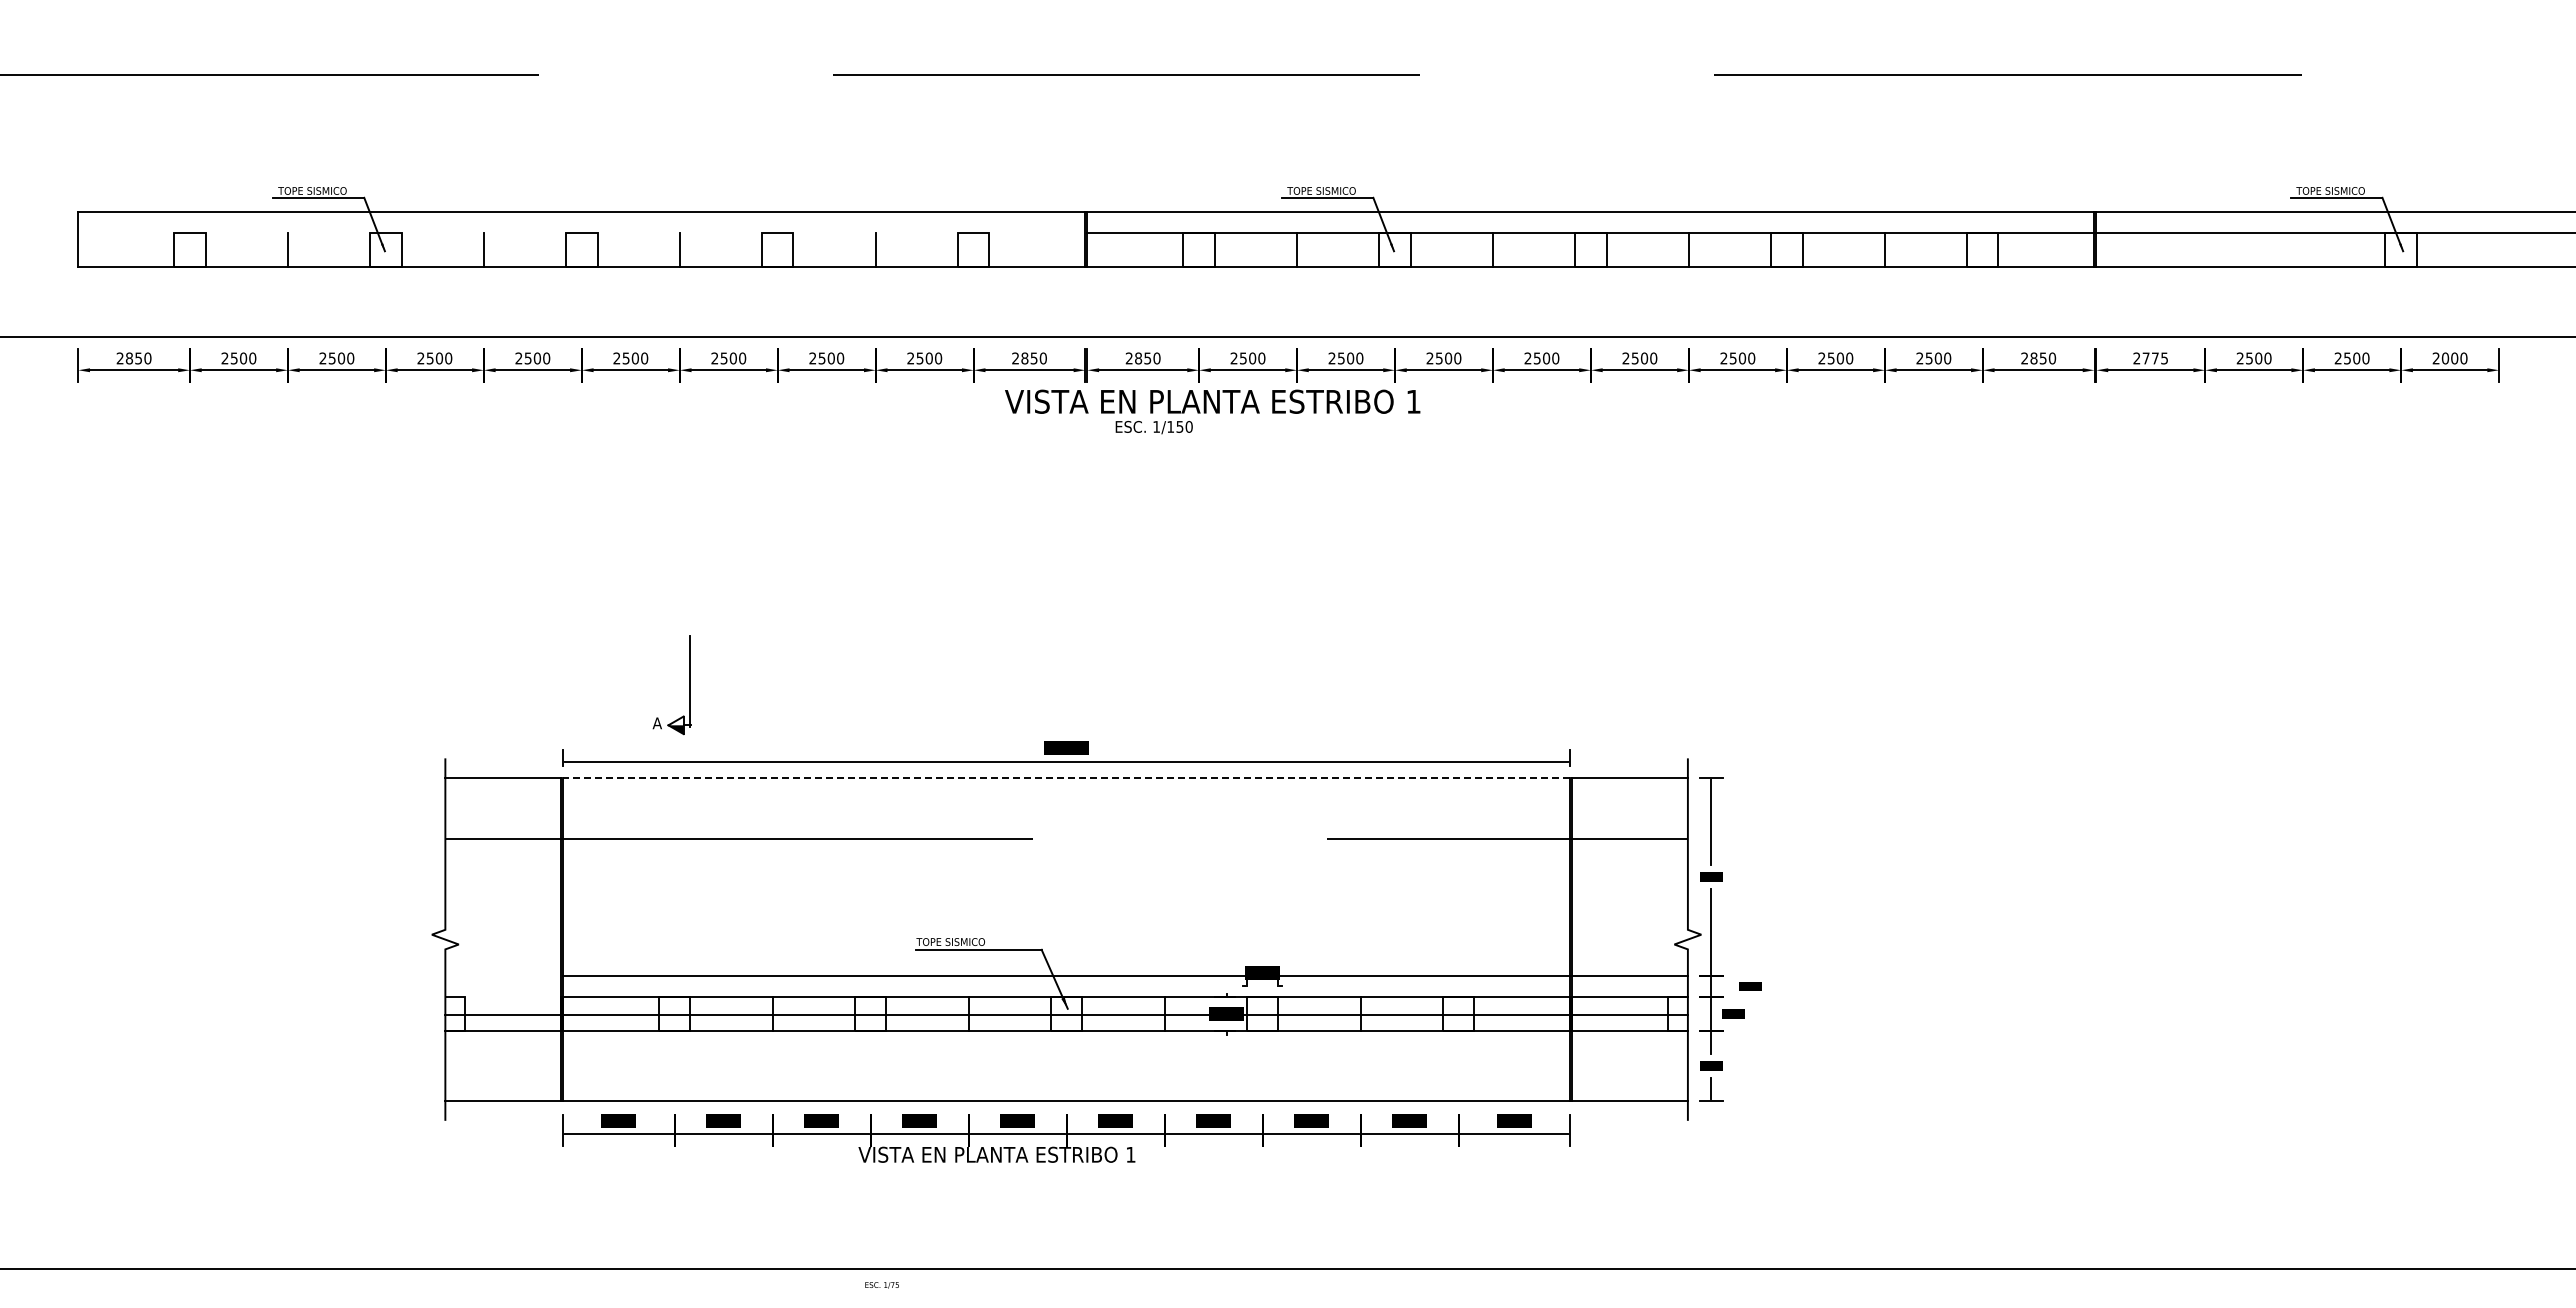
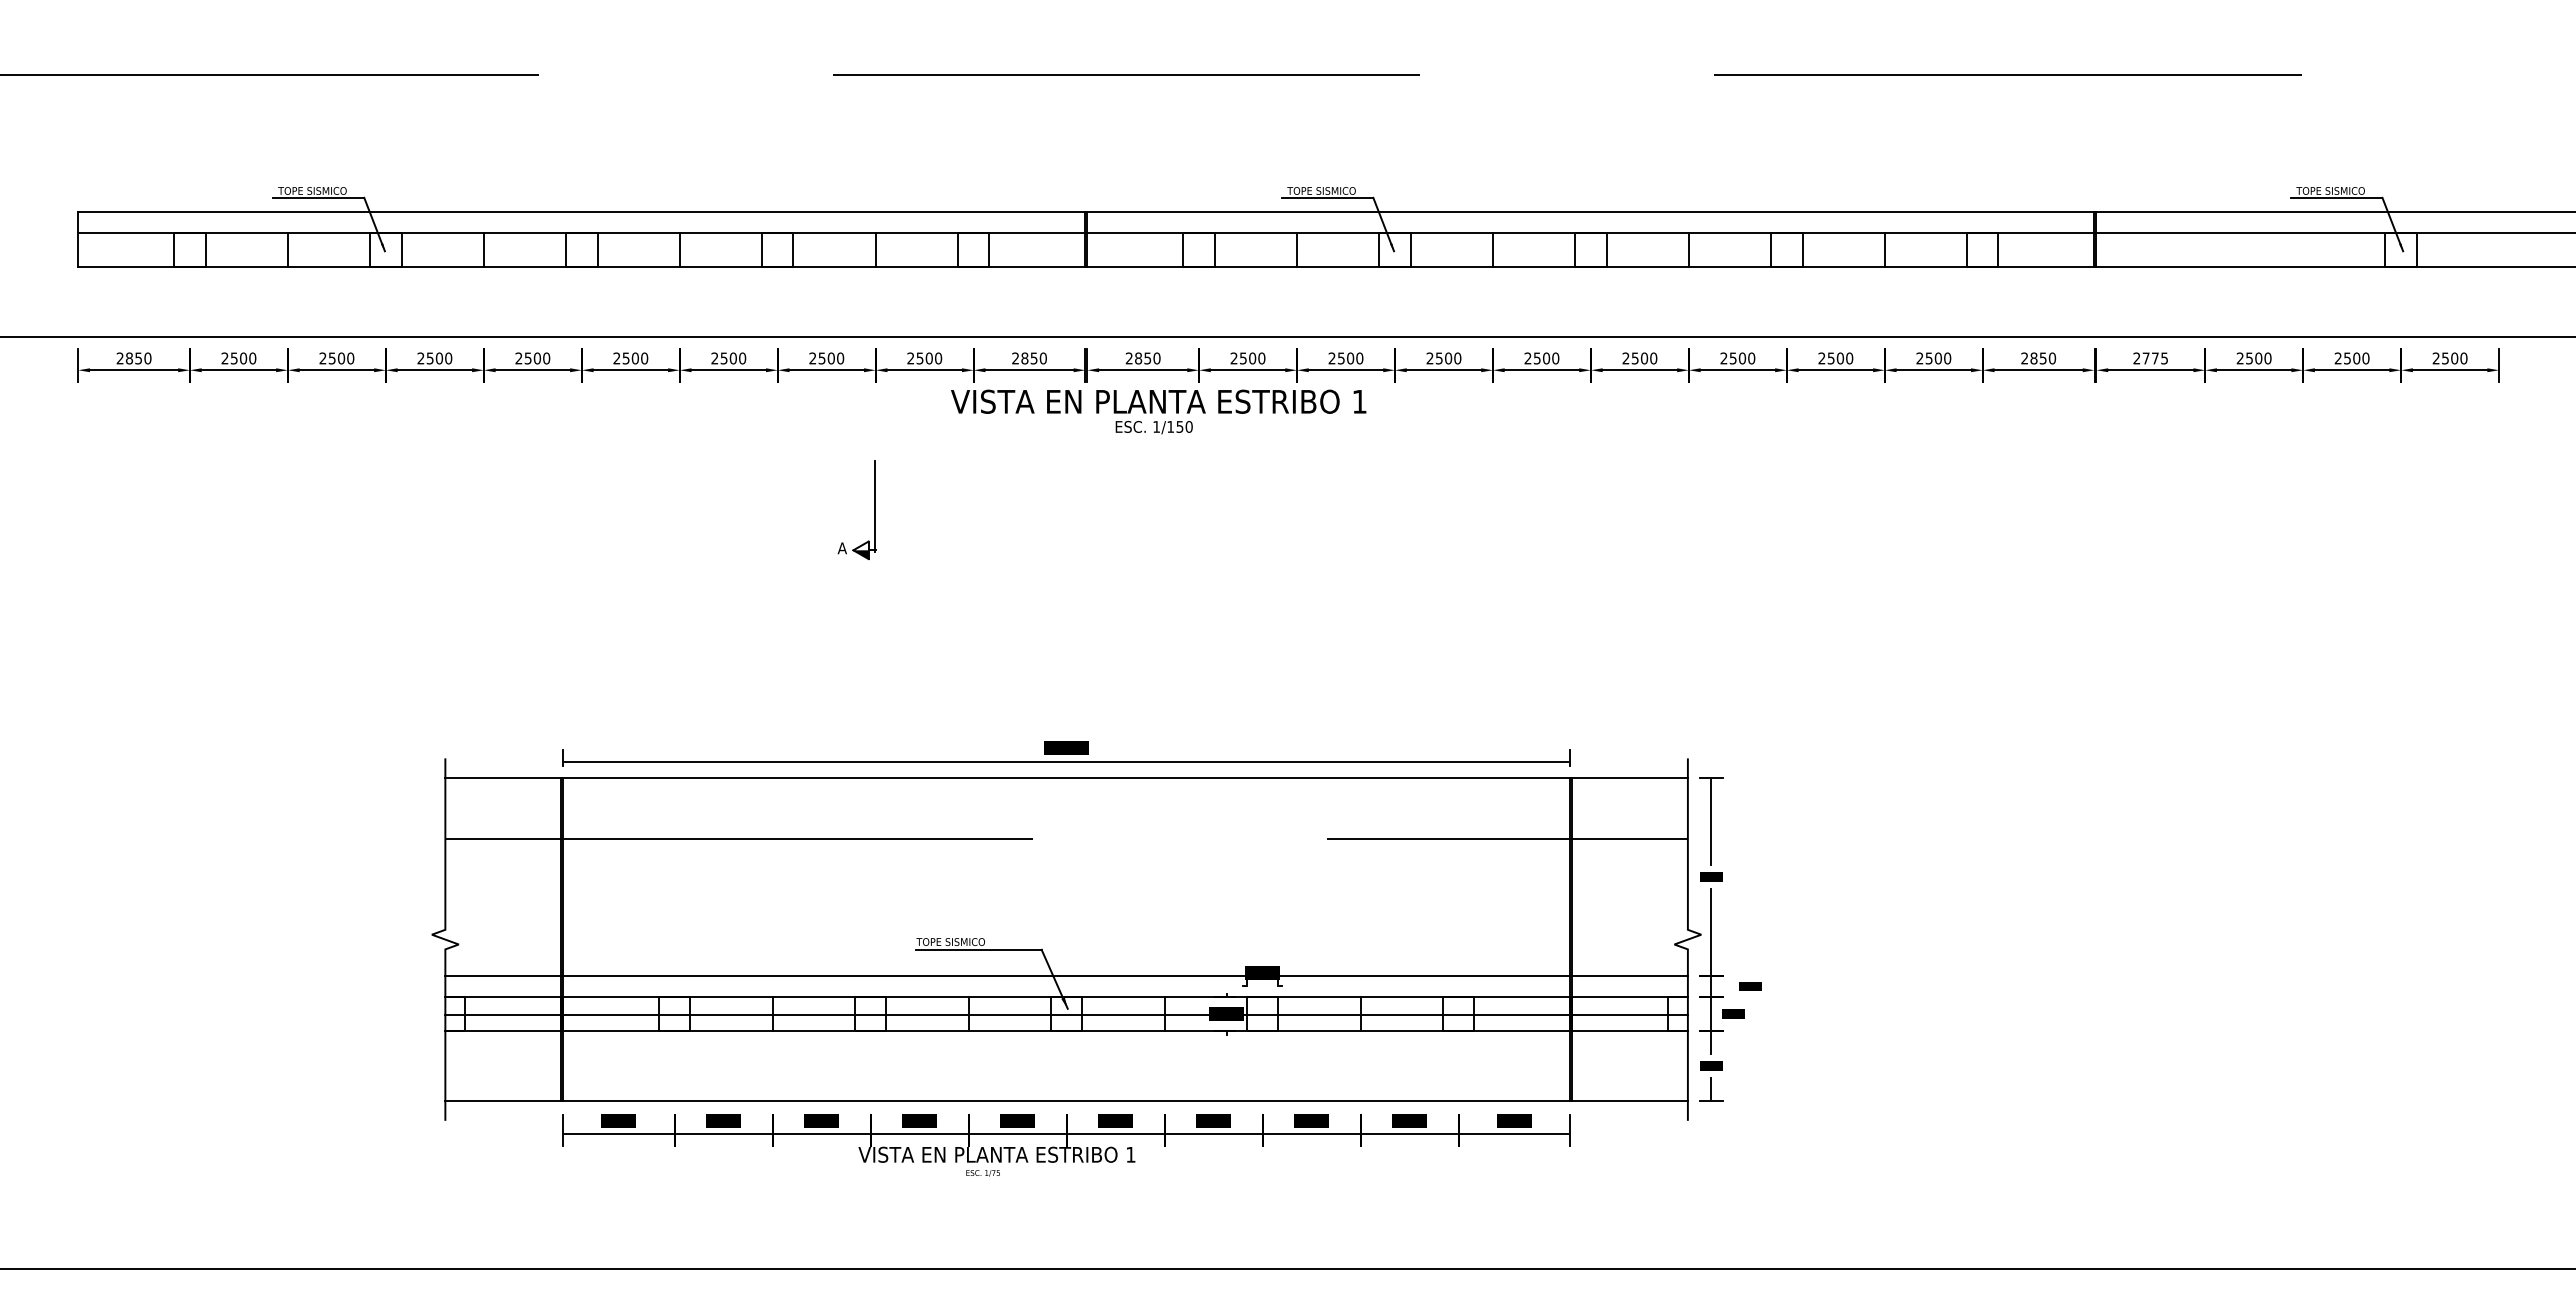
line at (581, 233): none -> present
text at (2445, 358): 2000 -> 2500
text at (1212, 401) position: (1212, 401) -> (1158, 401)
part at (689, 685) position: (689, 685) -> (874, 510)
line at (1066, 777): dashed -> solid
line at (503, 975): none -> present
line at (503, 997): none -> present
text at (881, 1285) position: (881, 1285) -> (982, 1173)
